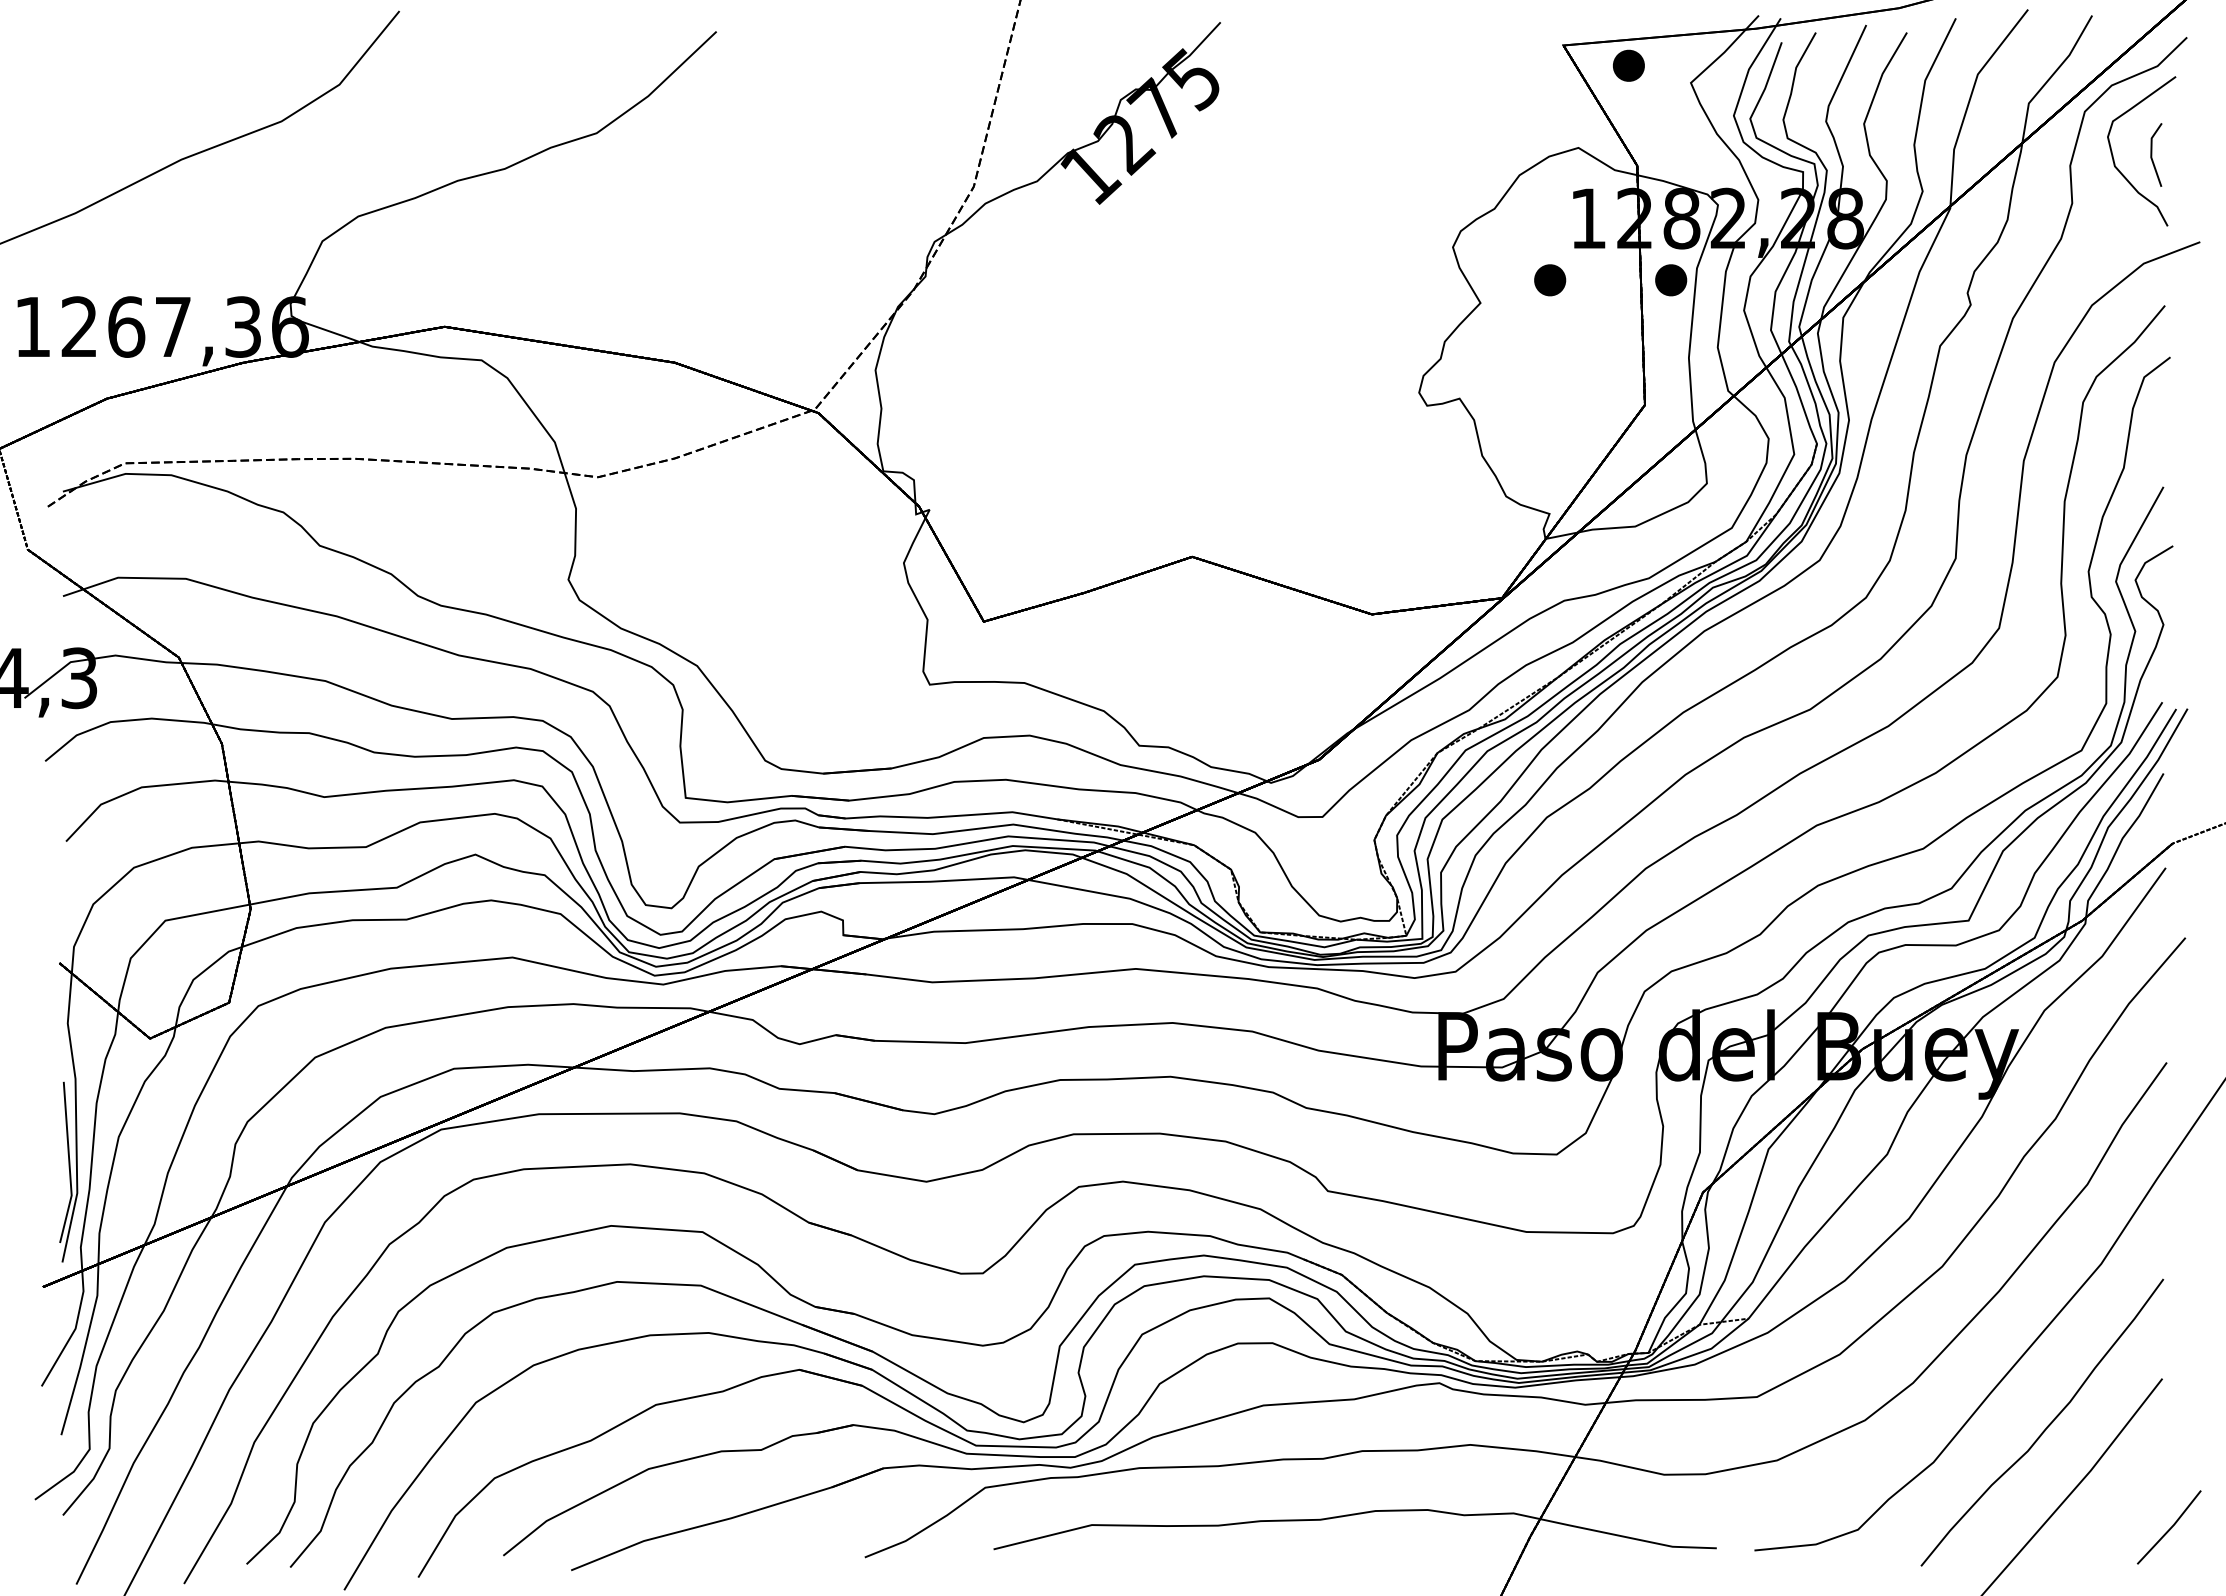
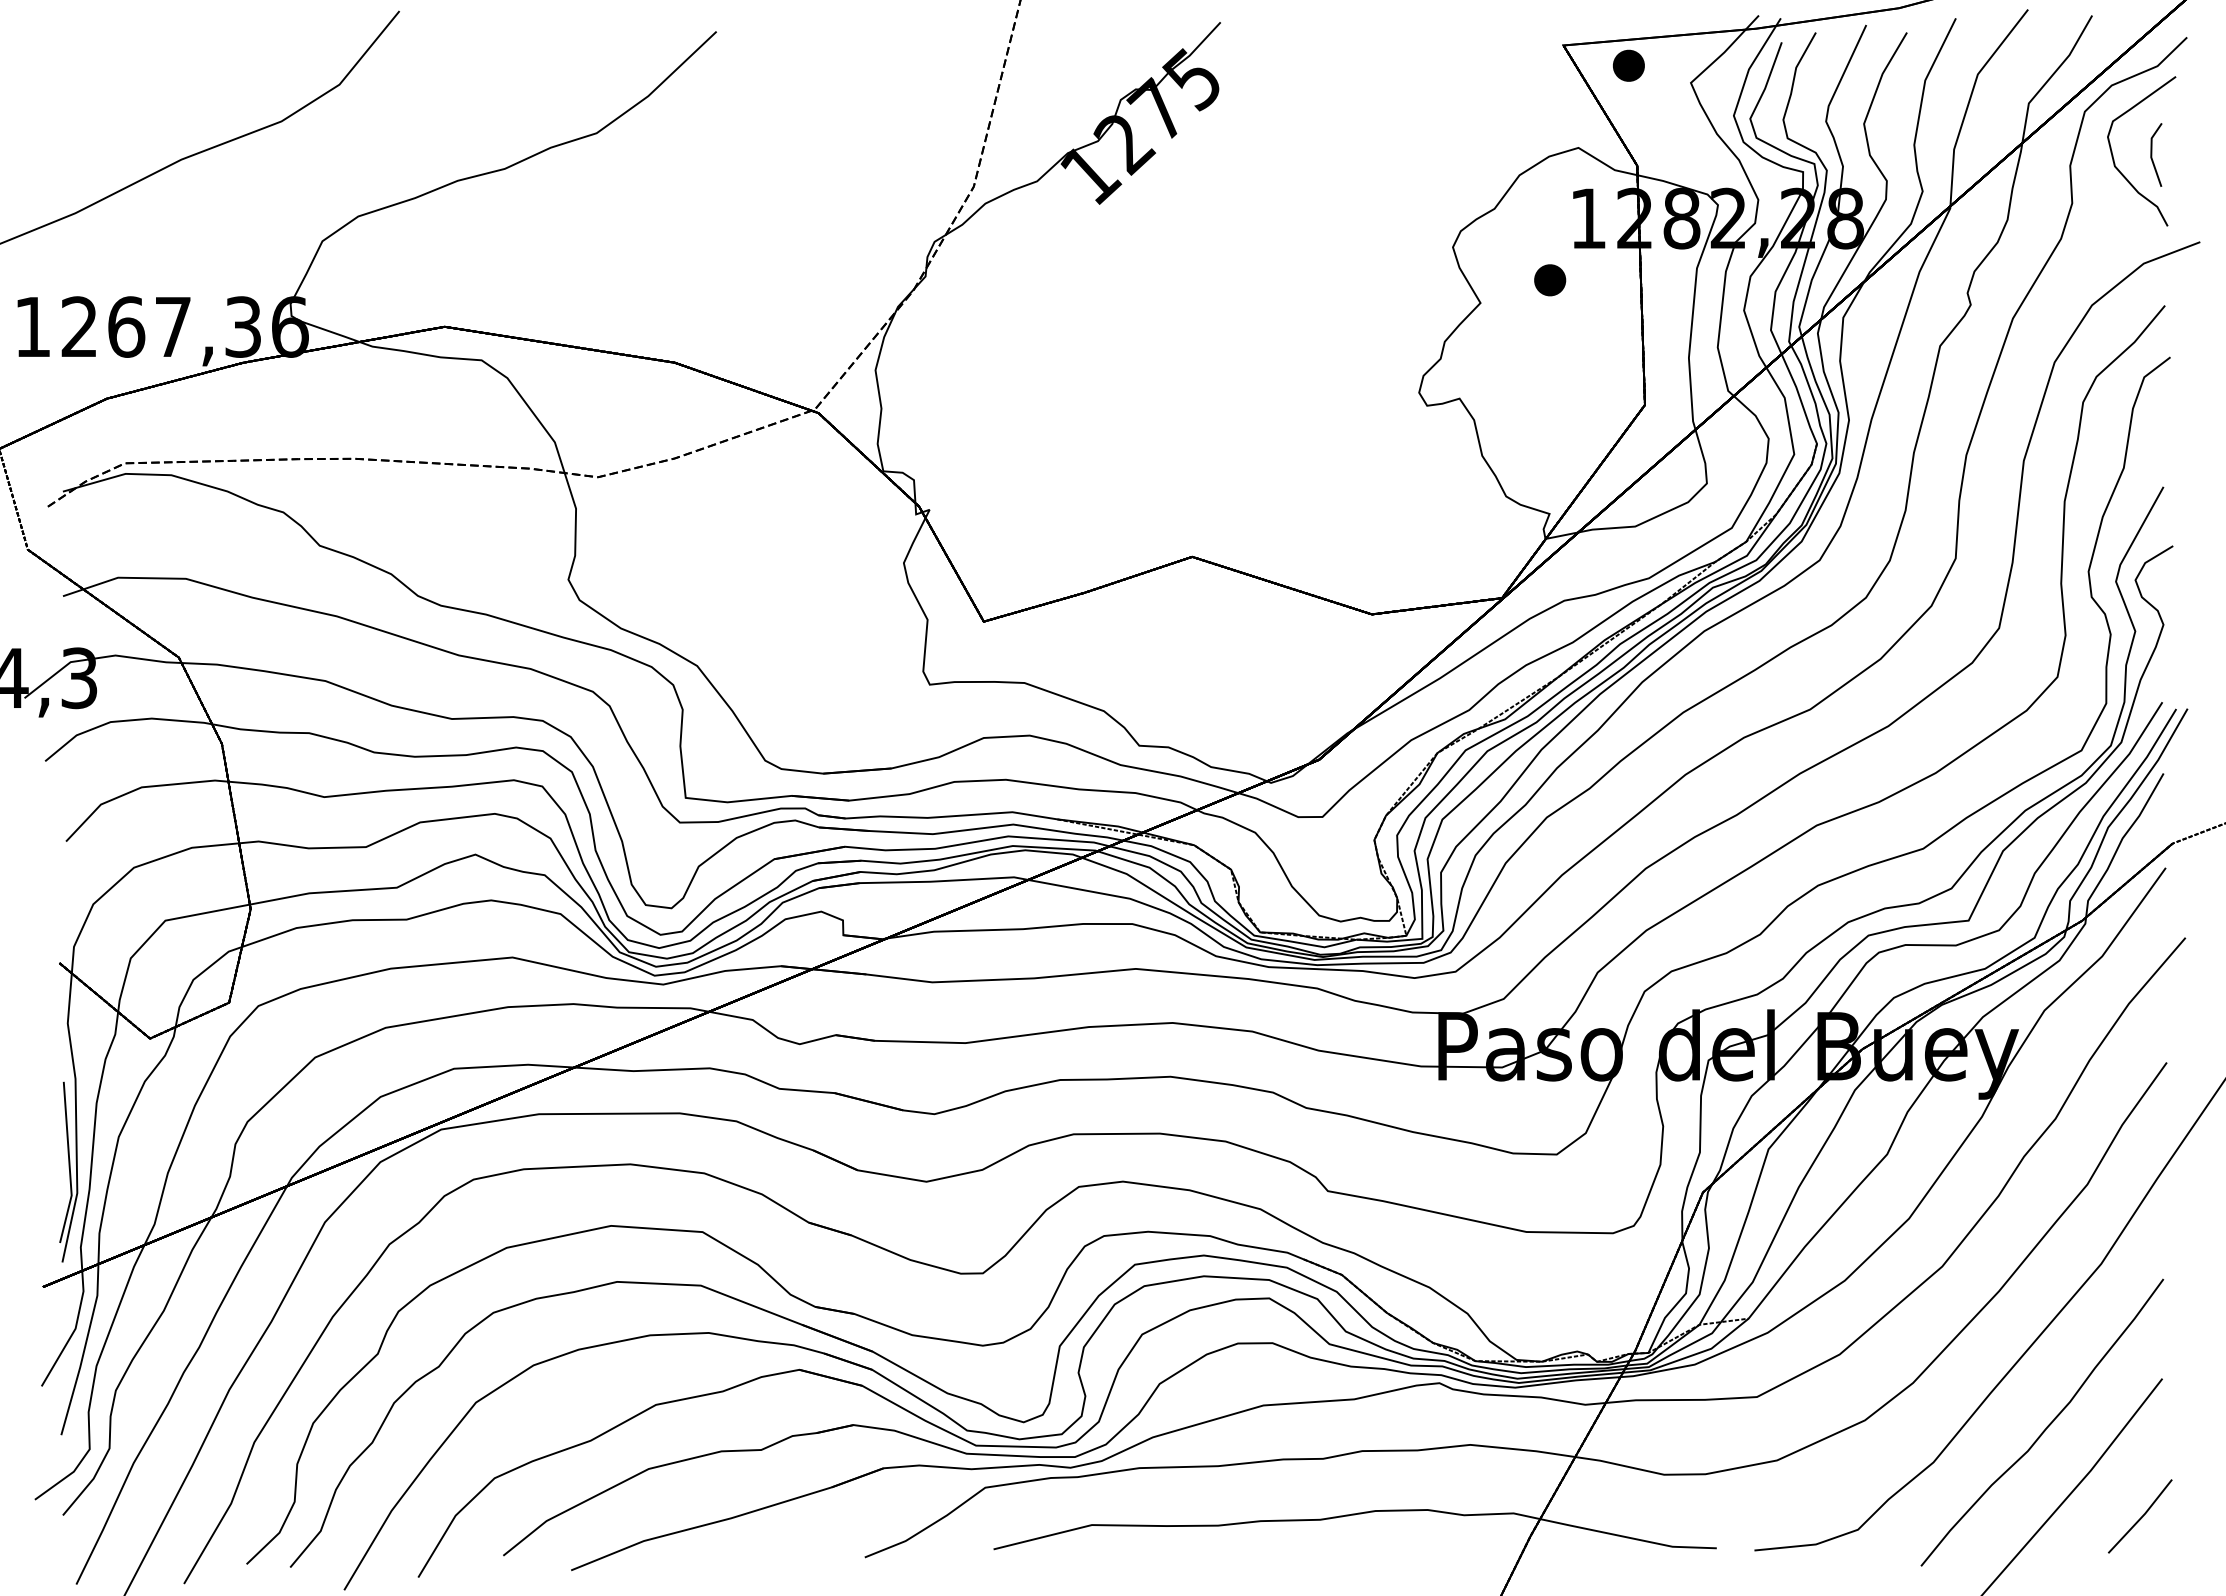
part at (1671, 280): present -> none
line at (2170, 1527) position: (2170, 1527) -> (2141, 1516)
